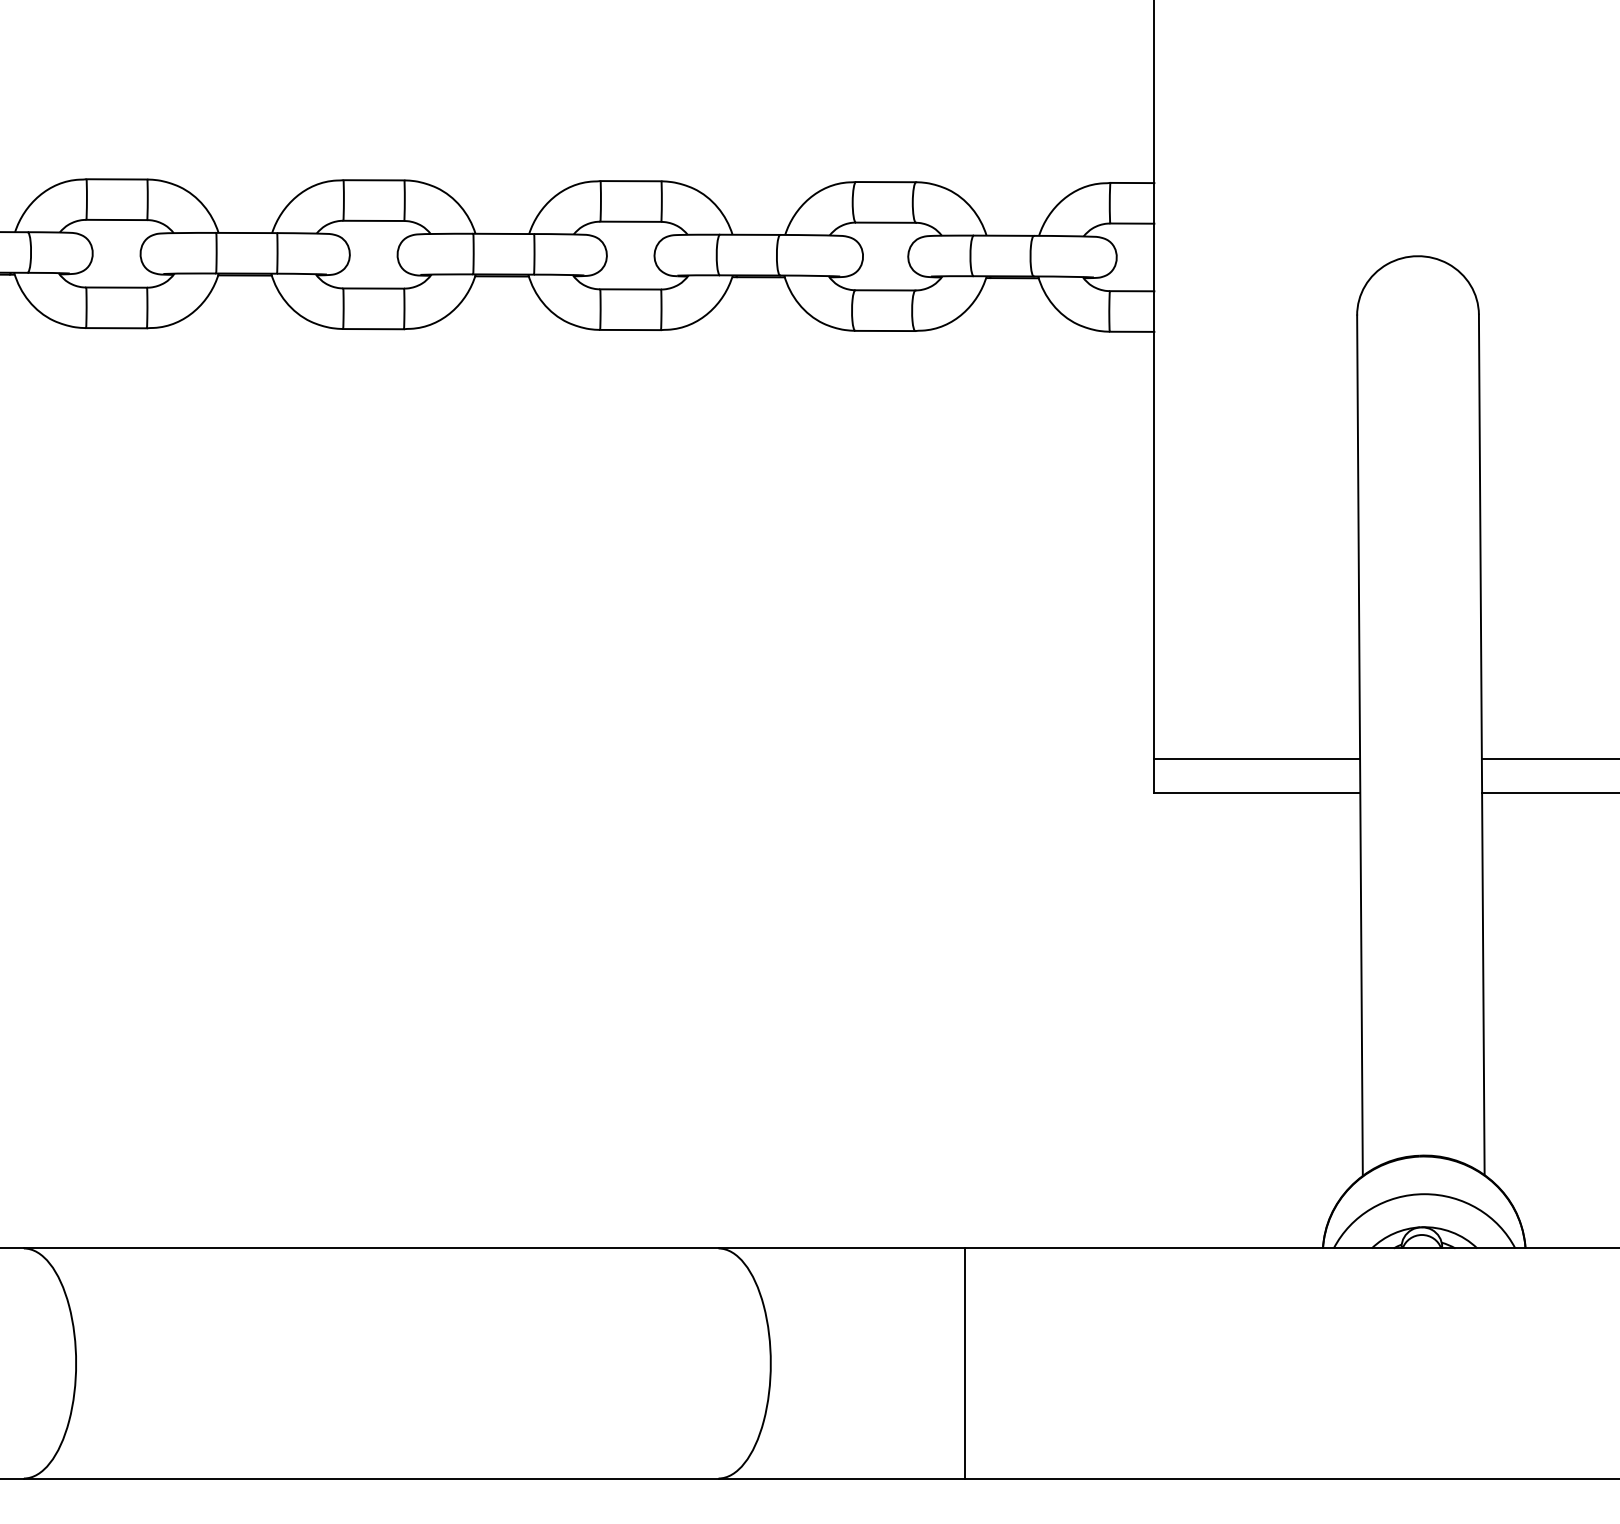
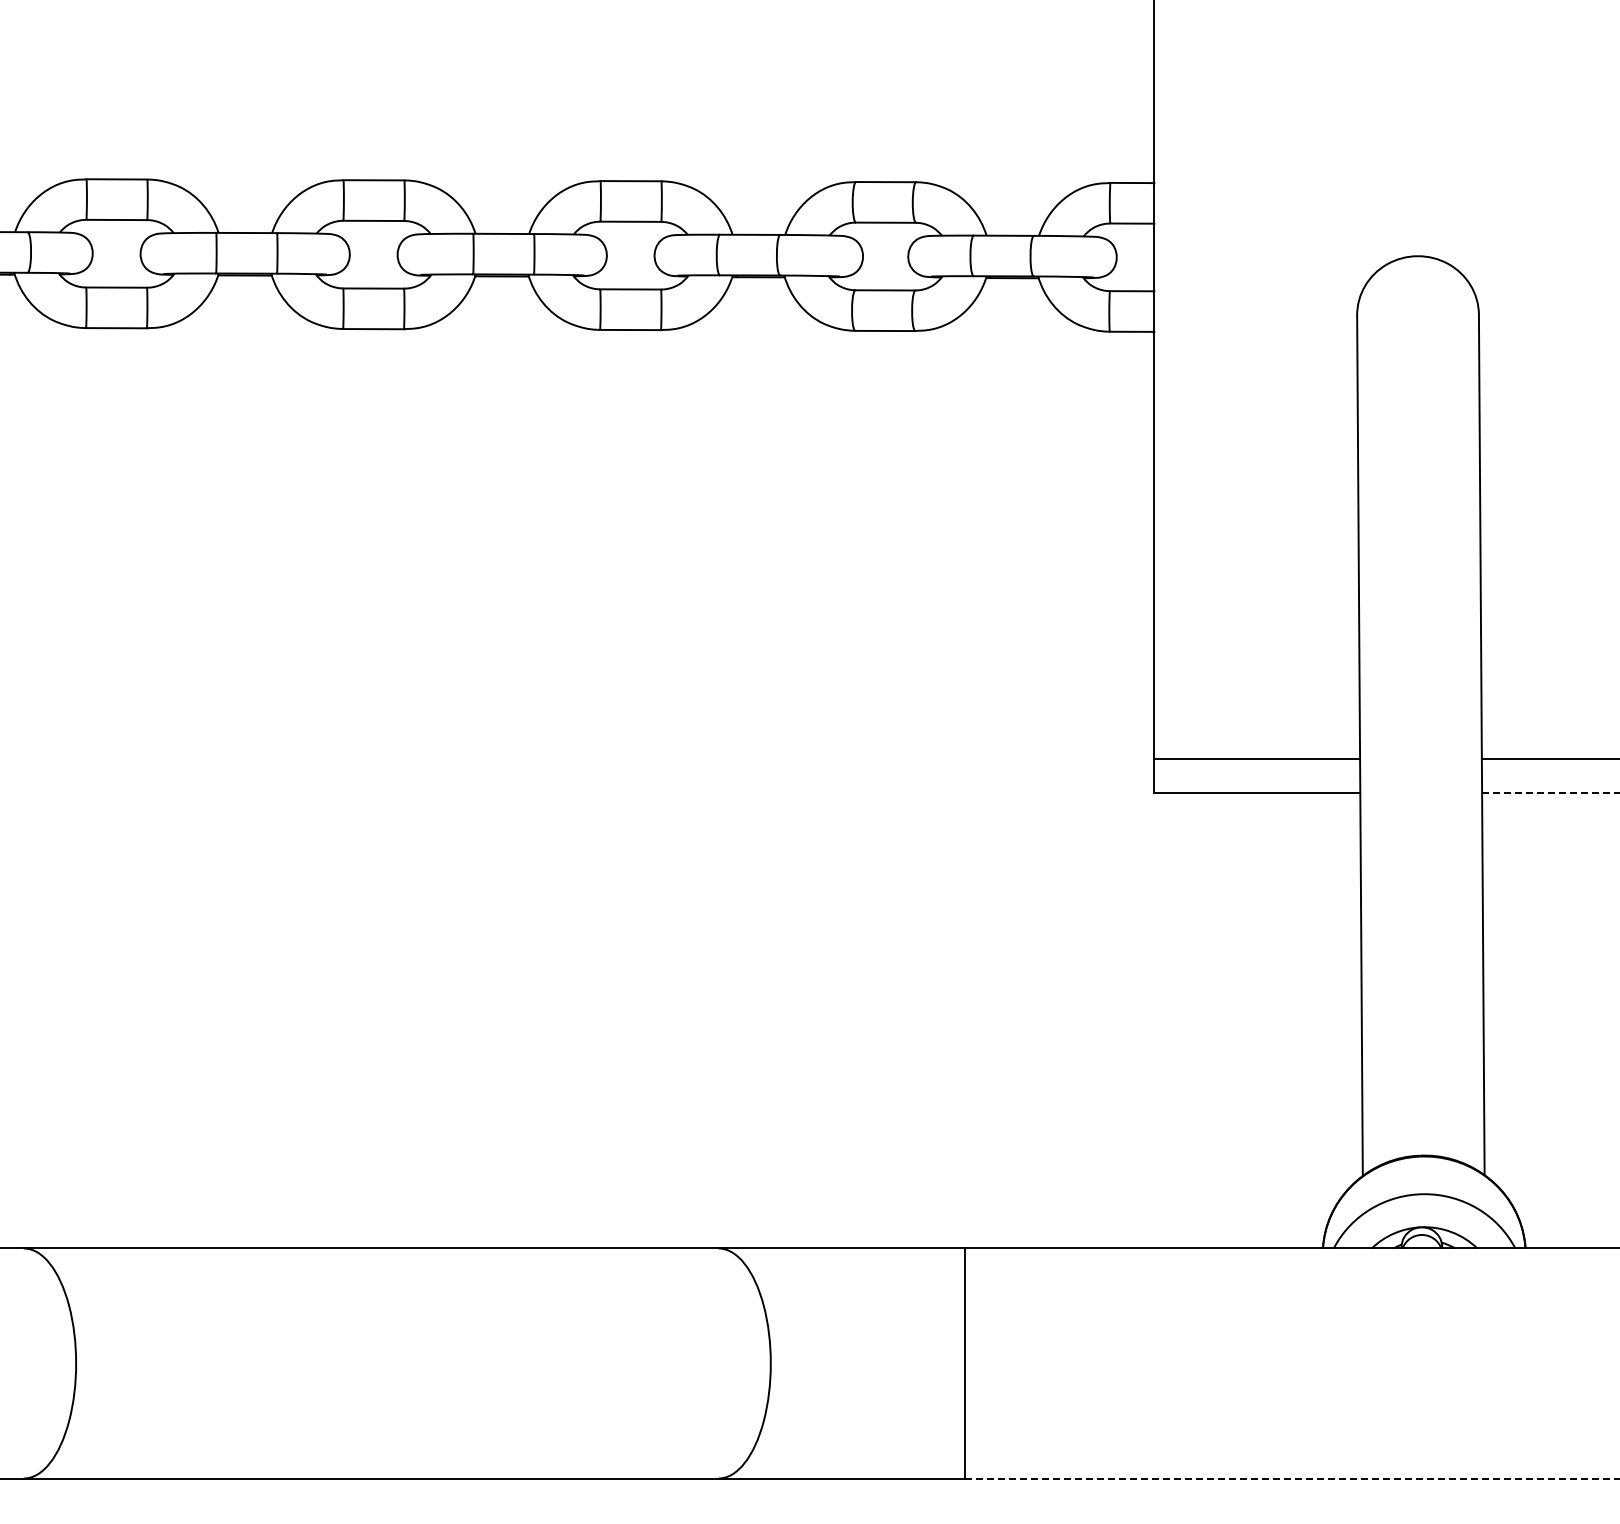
line at (1550, 792): solid -> dashed
line at (1292, 1478): solid -> dashed
